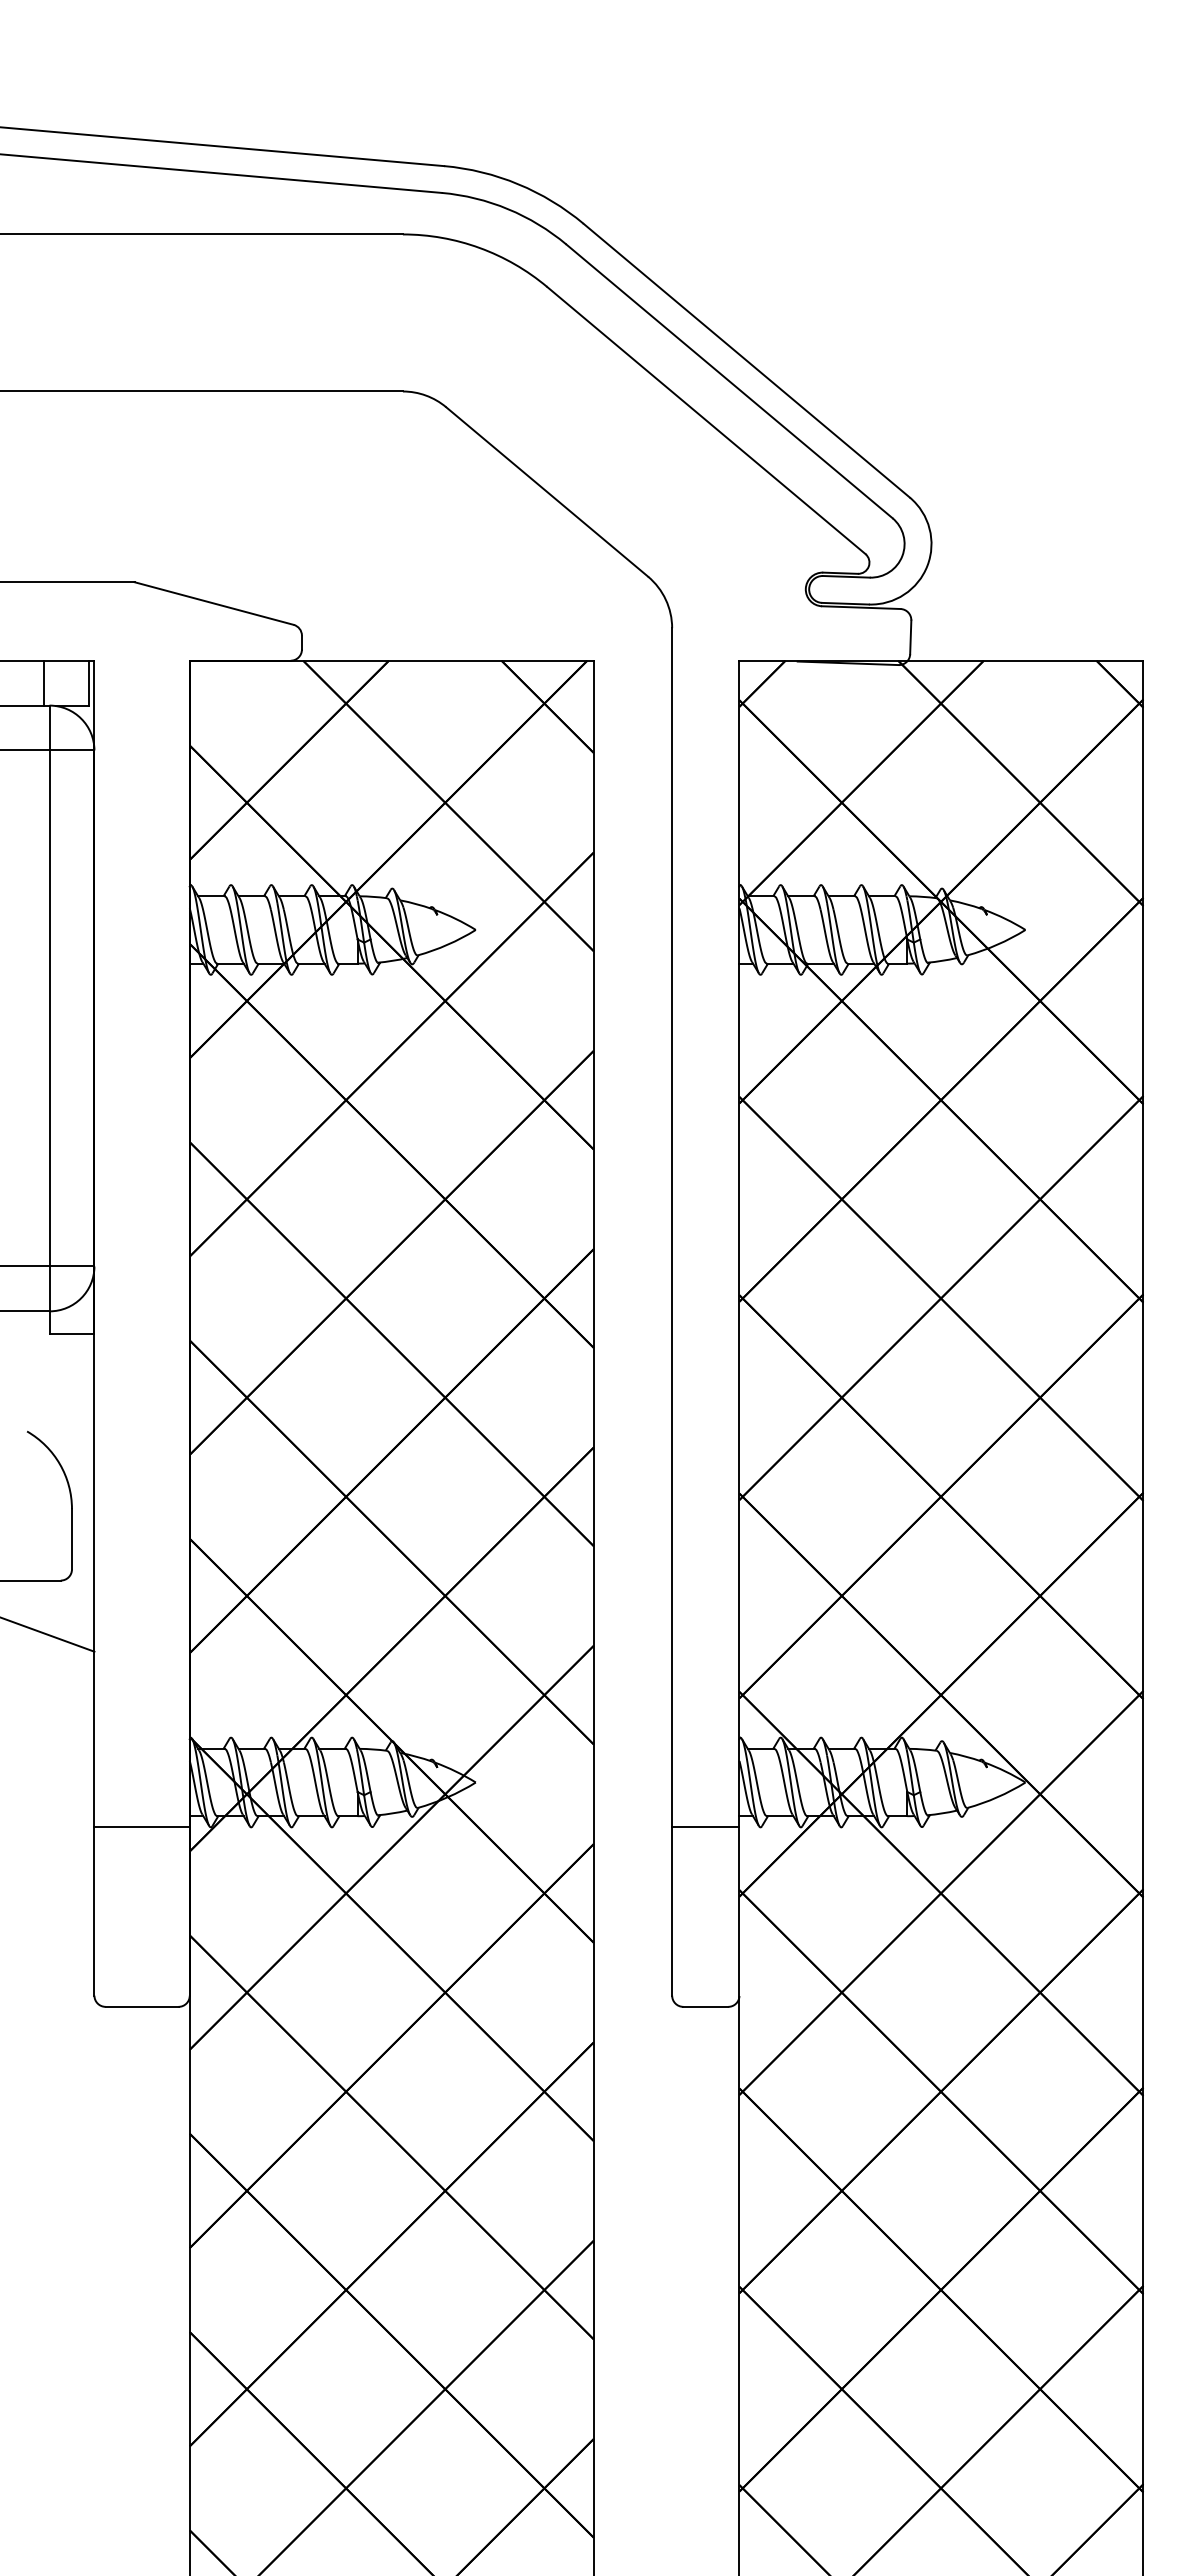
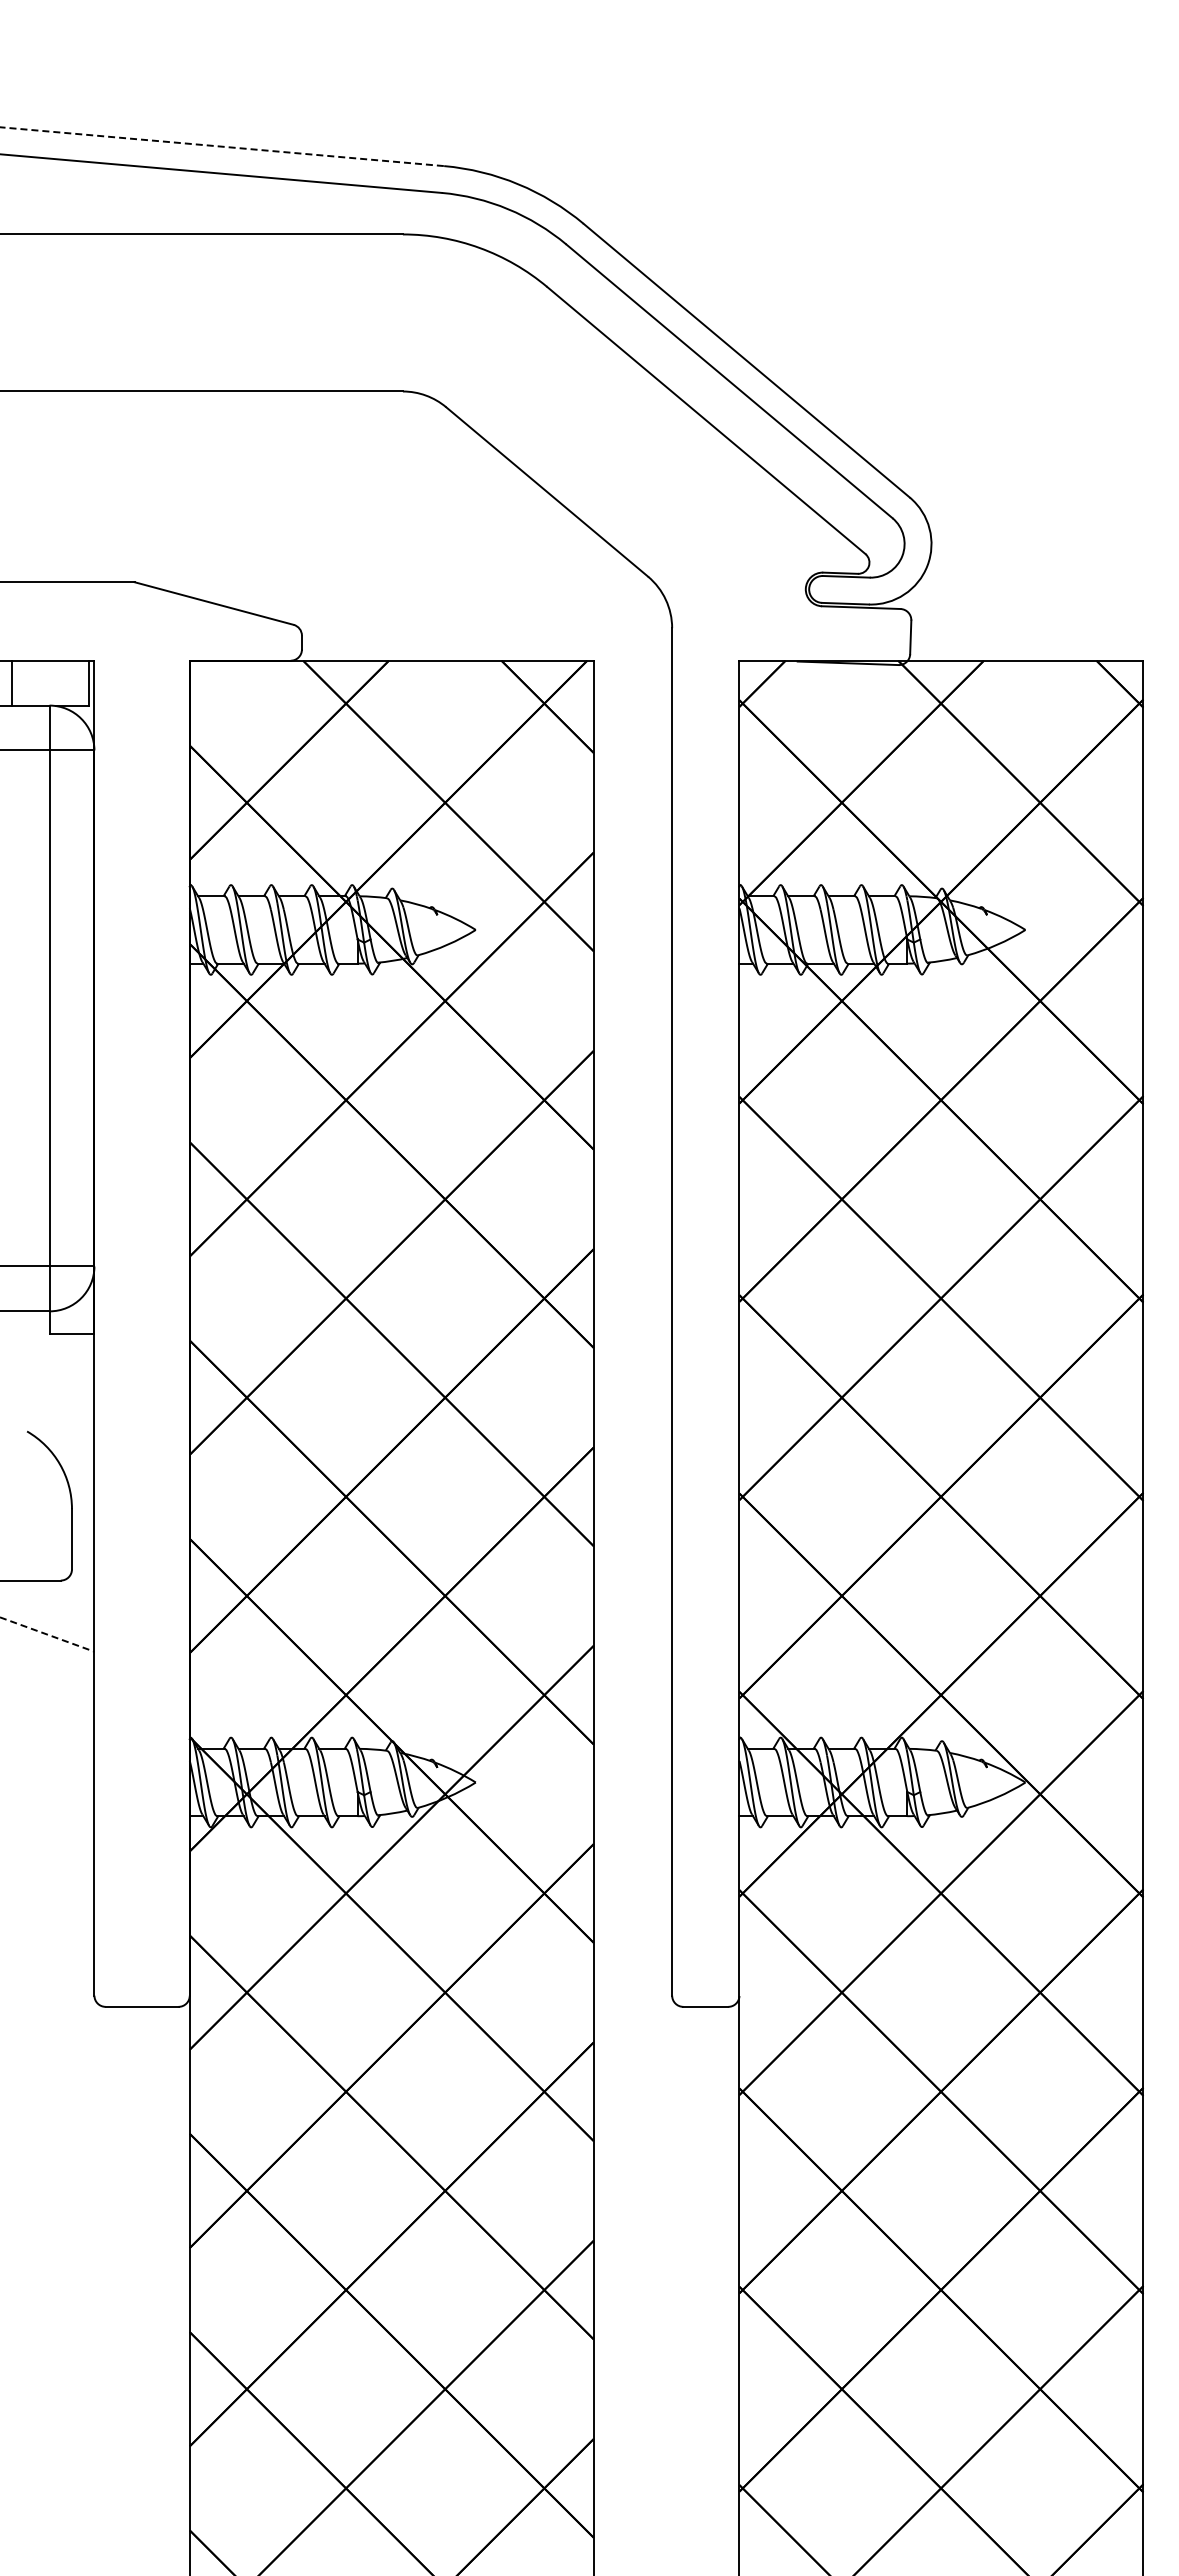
line at (222, 146): solid -> dashed
line at (43, 682) position: (43, 682) -> (11, 682)
line at (47, 1634): solid -> dashed
line at (141, 1827): present -> none
line at (705, 1827): present -> none
